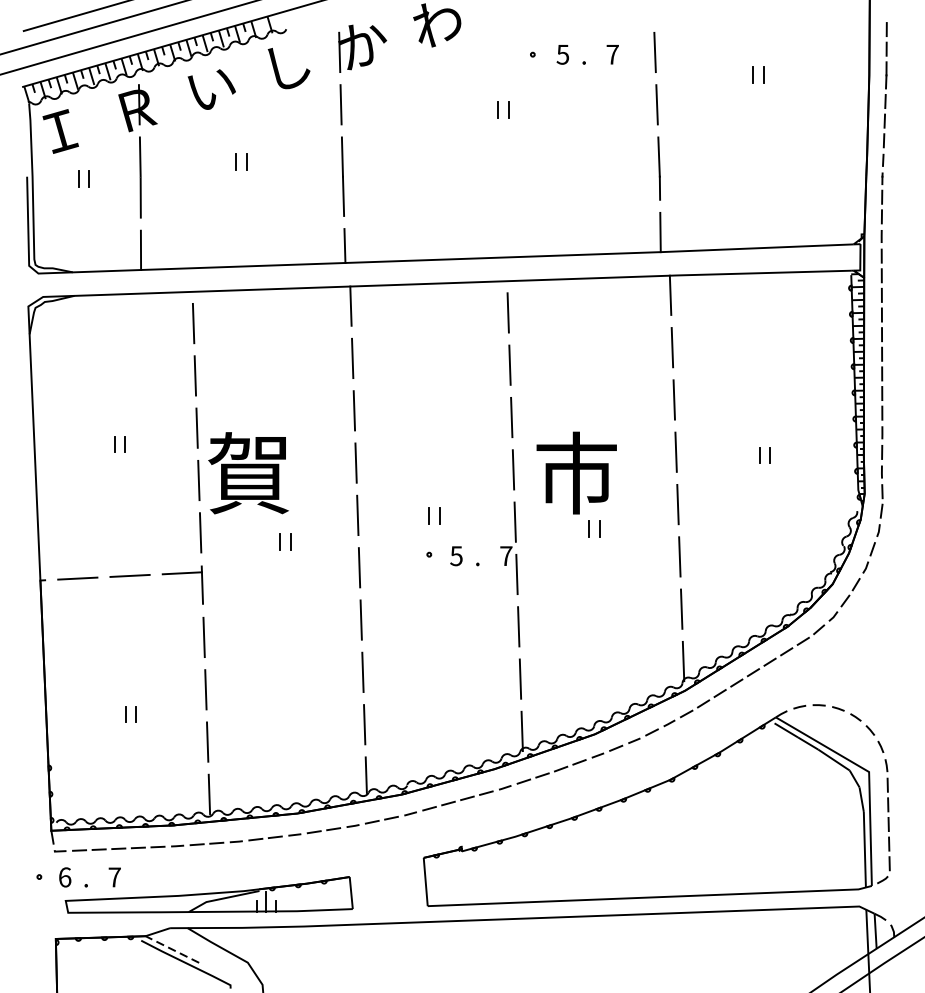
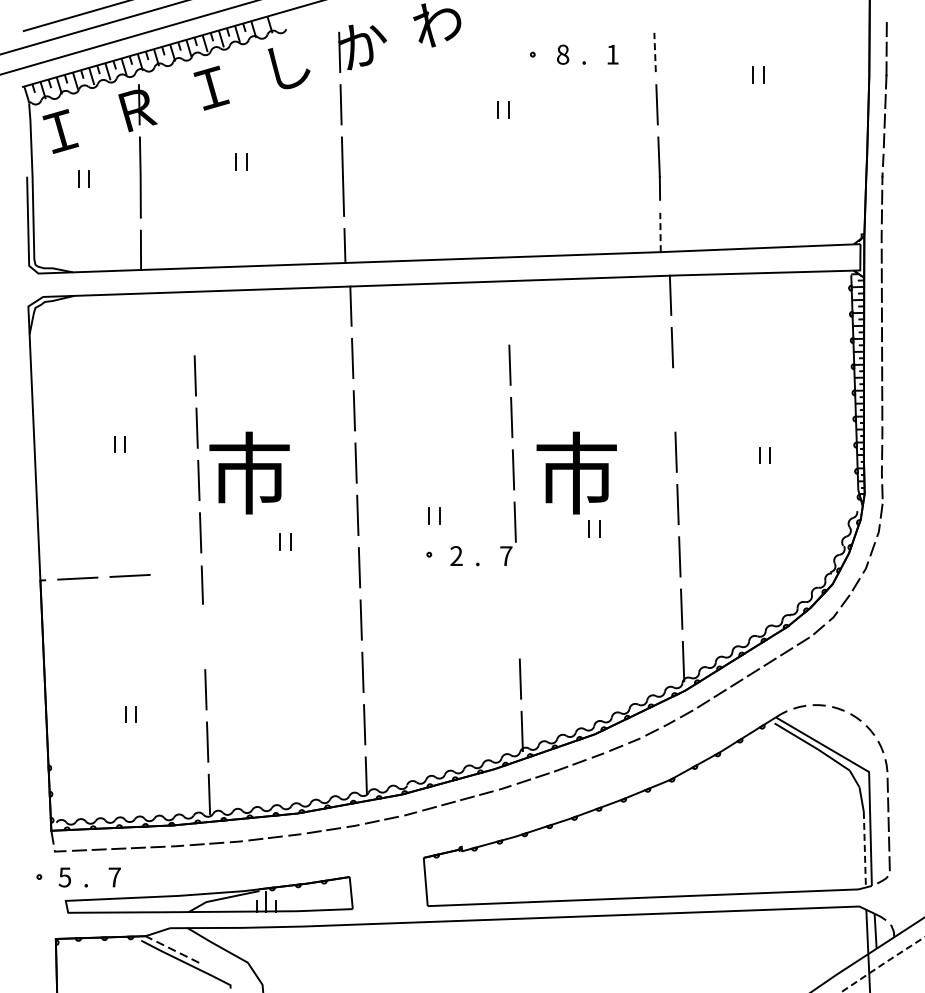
line at (655, 52): solid -> dashed
text at (562, 54): 5 -> 8
text at (612, 54): 7 -> 1
text at (211, 87): い -> Ｉ
line at (660, 232): solid -> dashed
line at (507, 312): present -> none
line at (193, 323): present -> none
line at (673, 399): present -> none
text at (248, 472): 賀 -> 市
text at (456, 556): 5 -> 2
line at (181, 573): present -> none
line at (516, 574): present -> none
line at (518, 626): present -> none
line at (203, 637): present -> none
line at (864, 849): solid -> dashed
text at (64, 877): 6 -> 5
line at (882, 964): solid -> dashed
